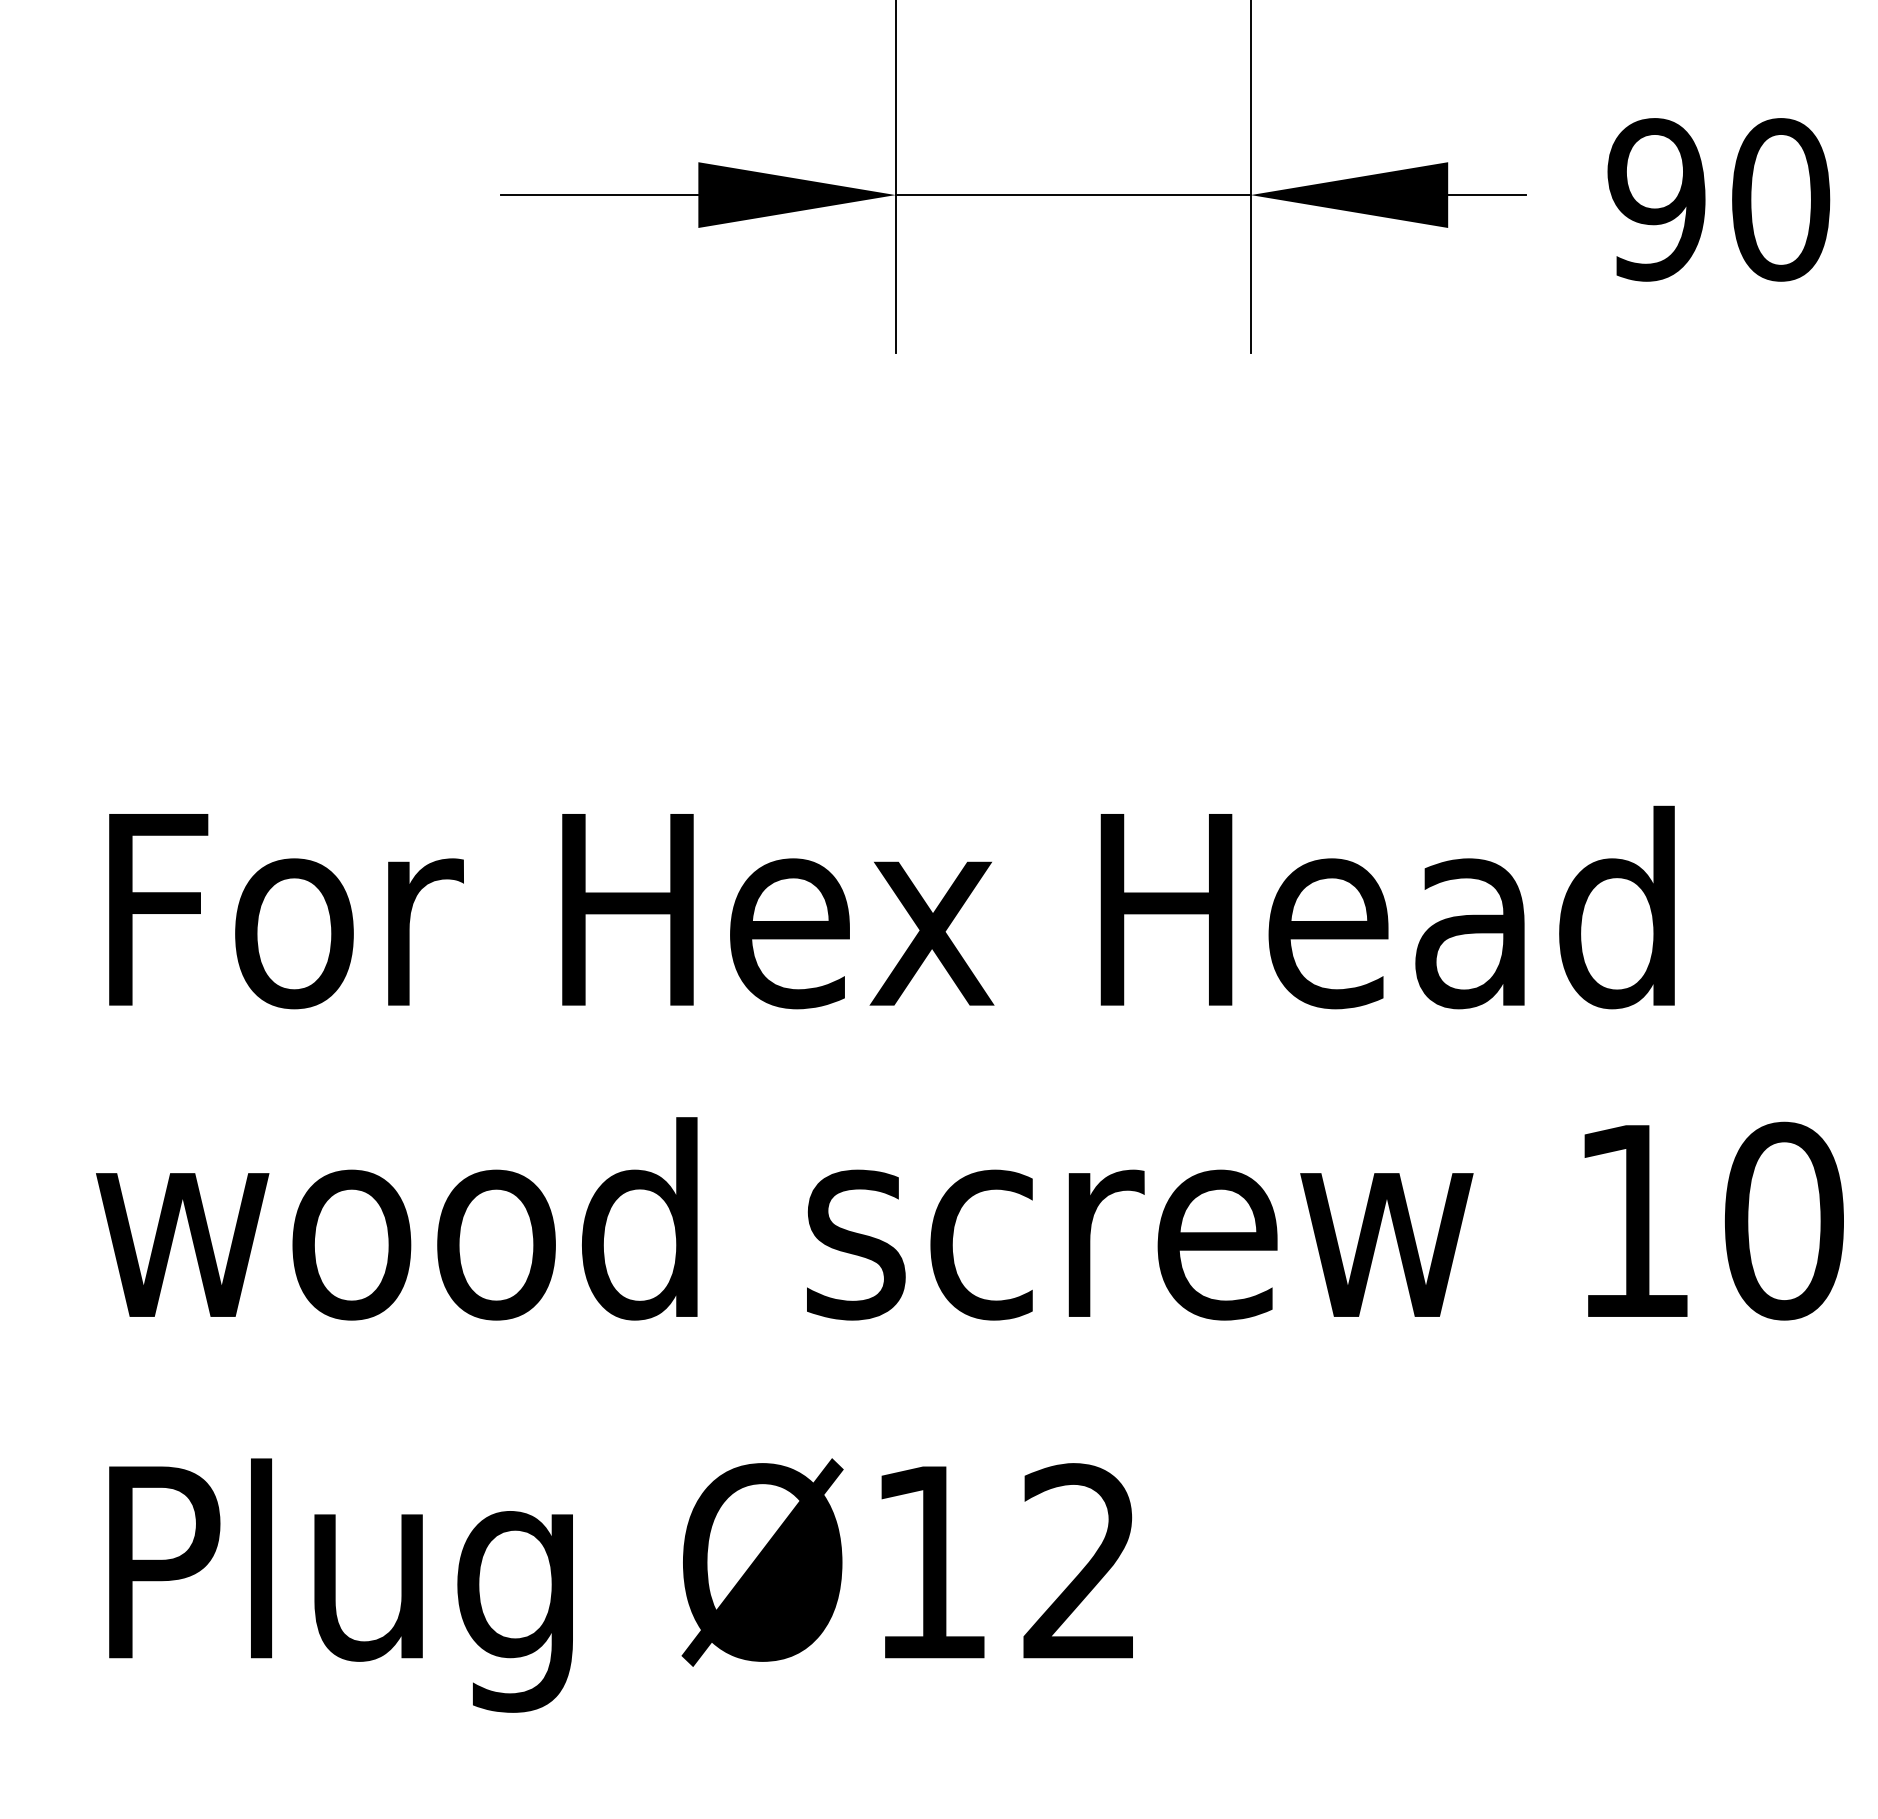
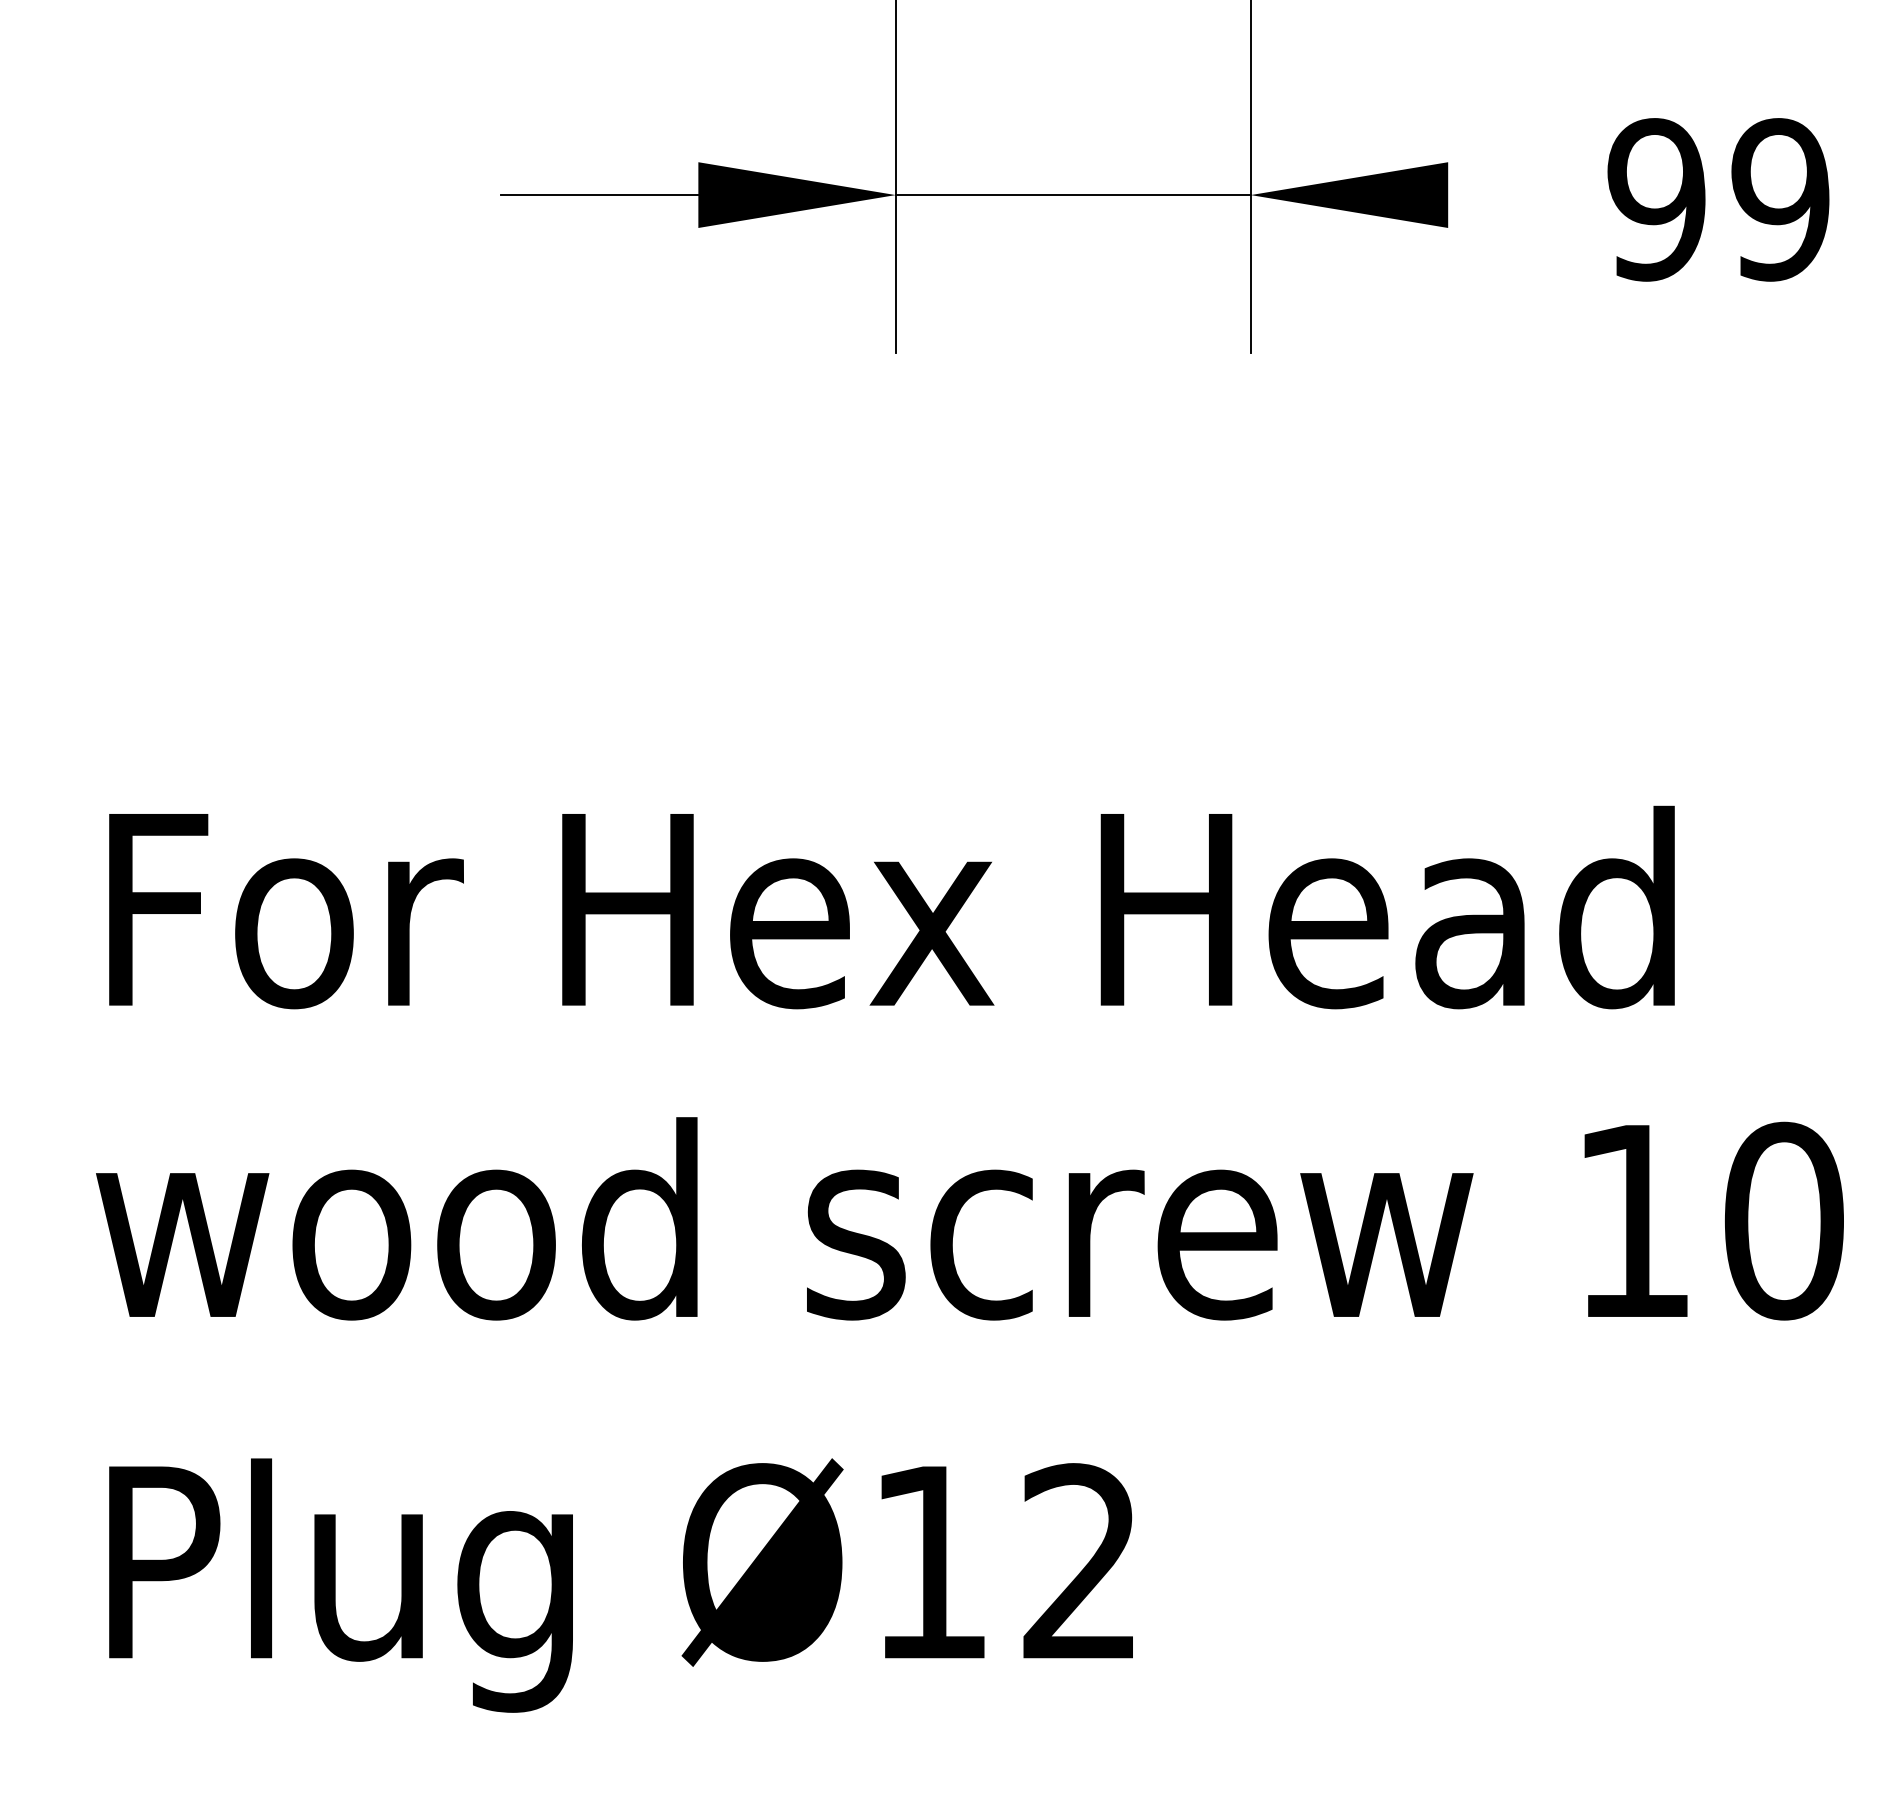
line at (1487, 195): present -> none
text at (1780, 199): 90 -> 99
